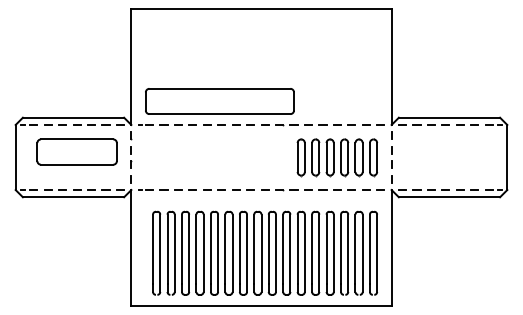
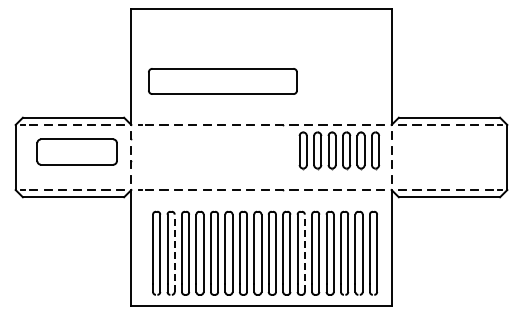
part at (219, 101) position: (219, 101) -> (222, 81)
part at (336, 157) position: (336, 157) -> (338, 150)
line at (174, 253): solid -> dashed
line at (304, 253): solid -> dashed
